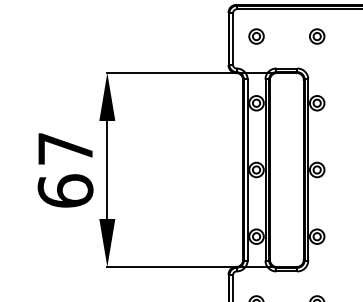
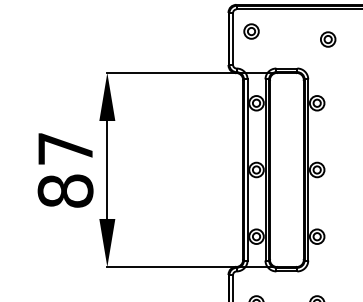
part at (256, 36) position: (256, 36) -> (251, 31)
part at (317, 36) position: (317, 36) -> (328, 39)
text at (65, 190): 67 -> 87
